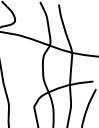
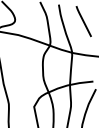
line at (83, 21): none -> present
